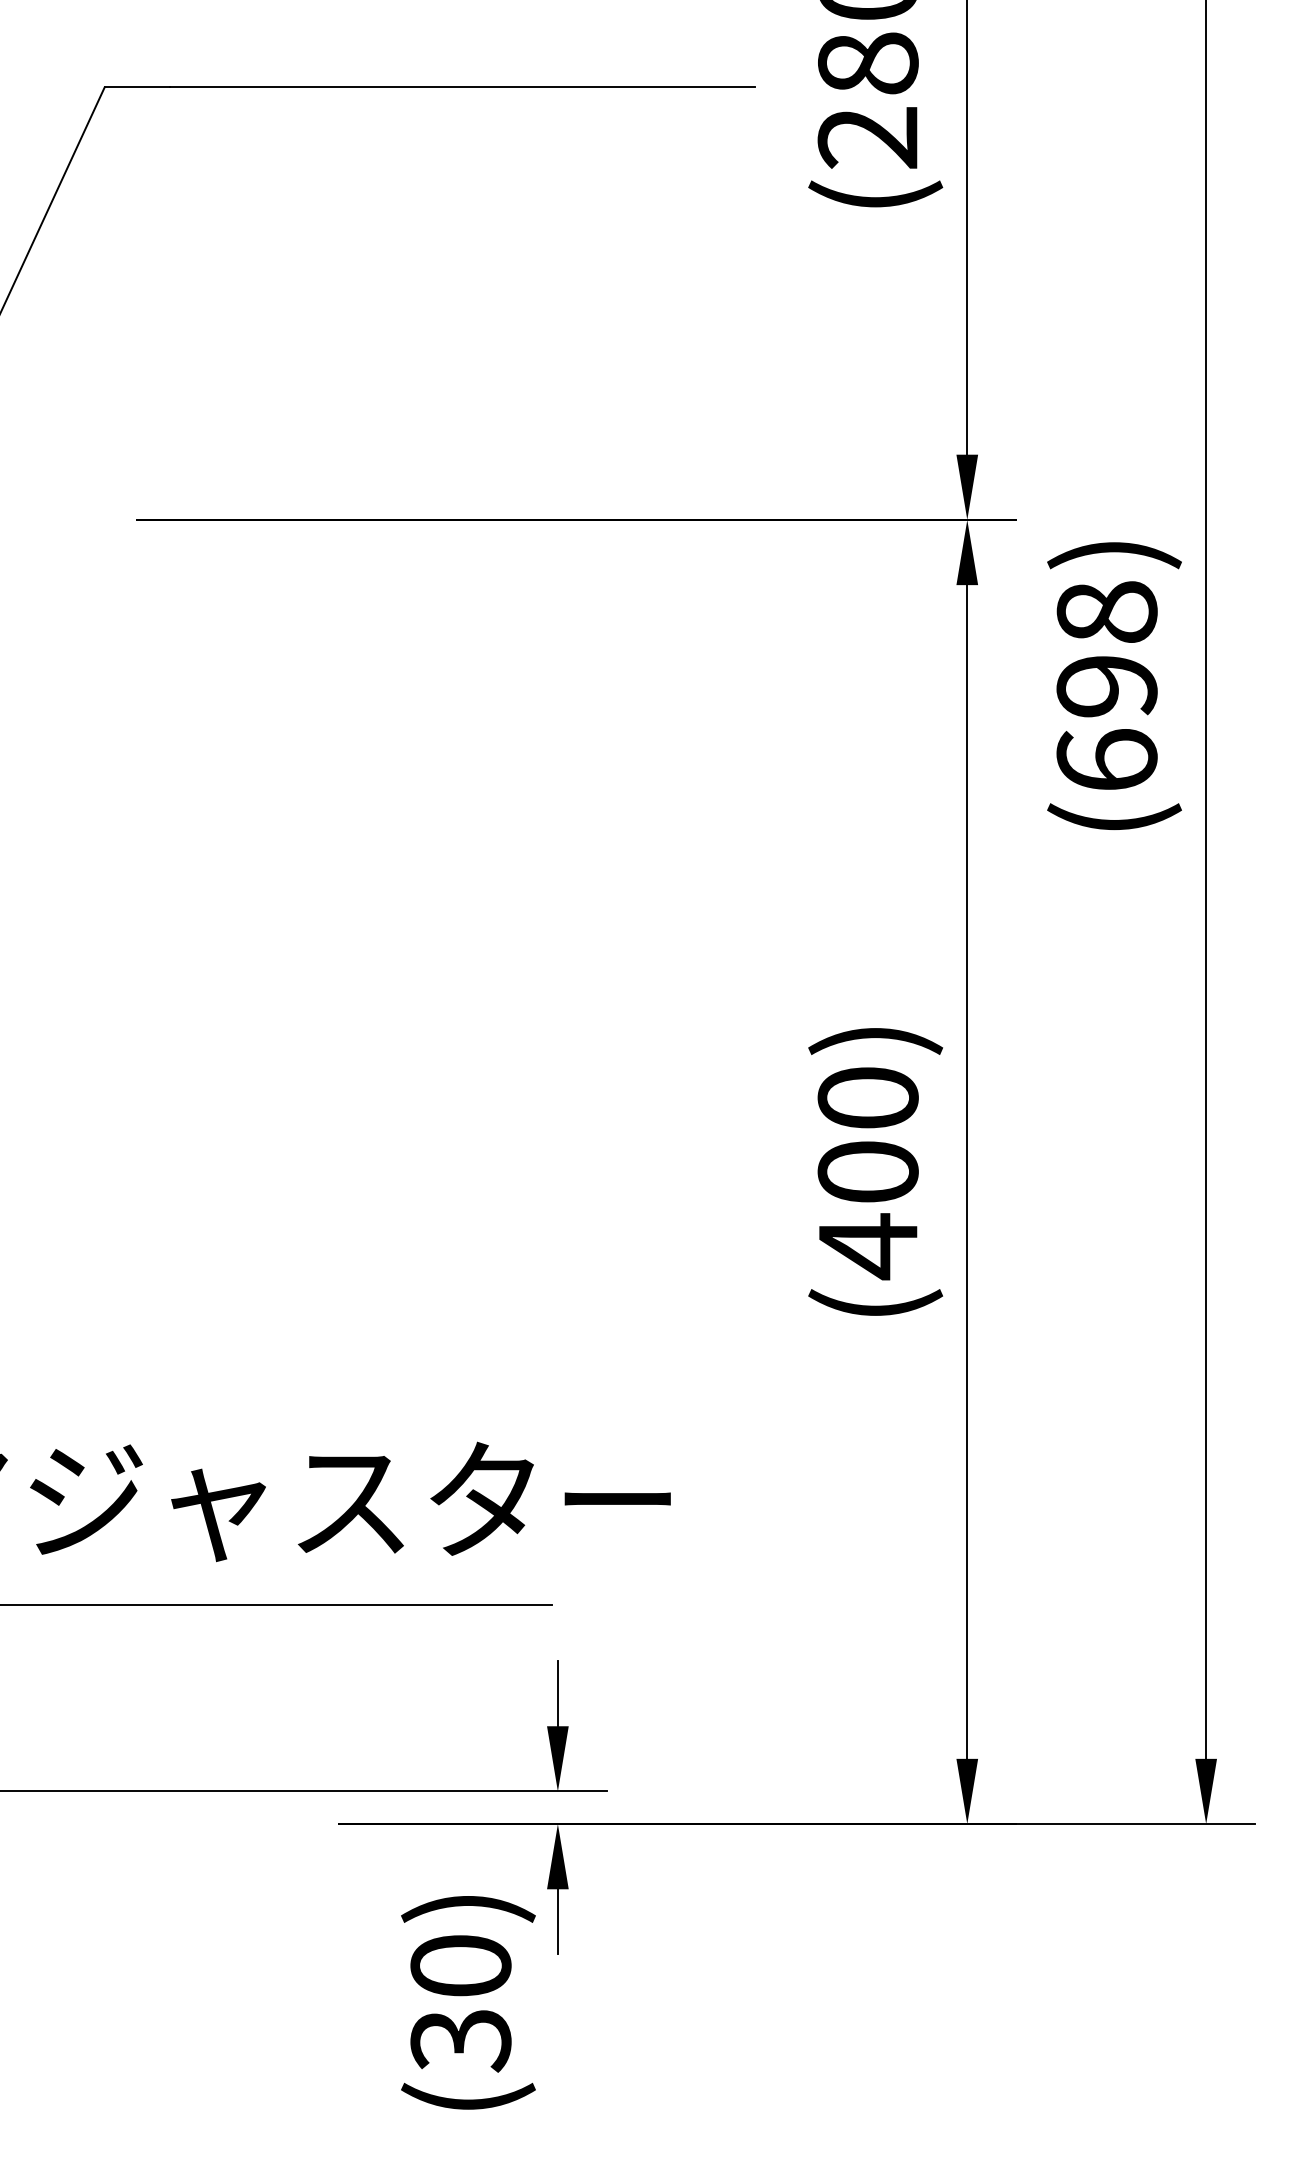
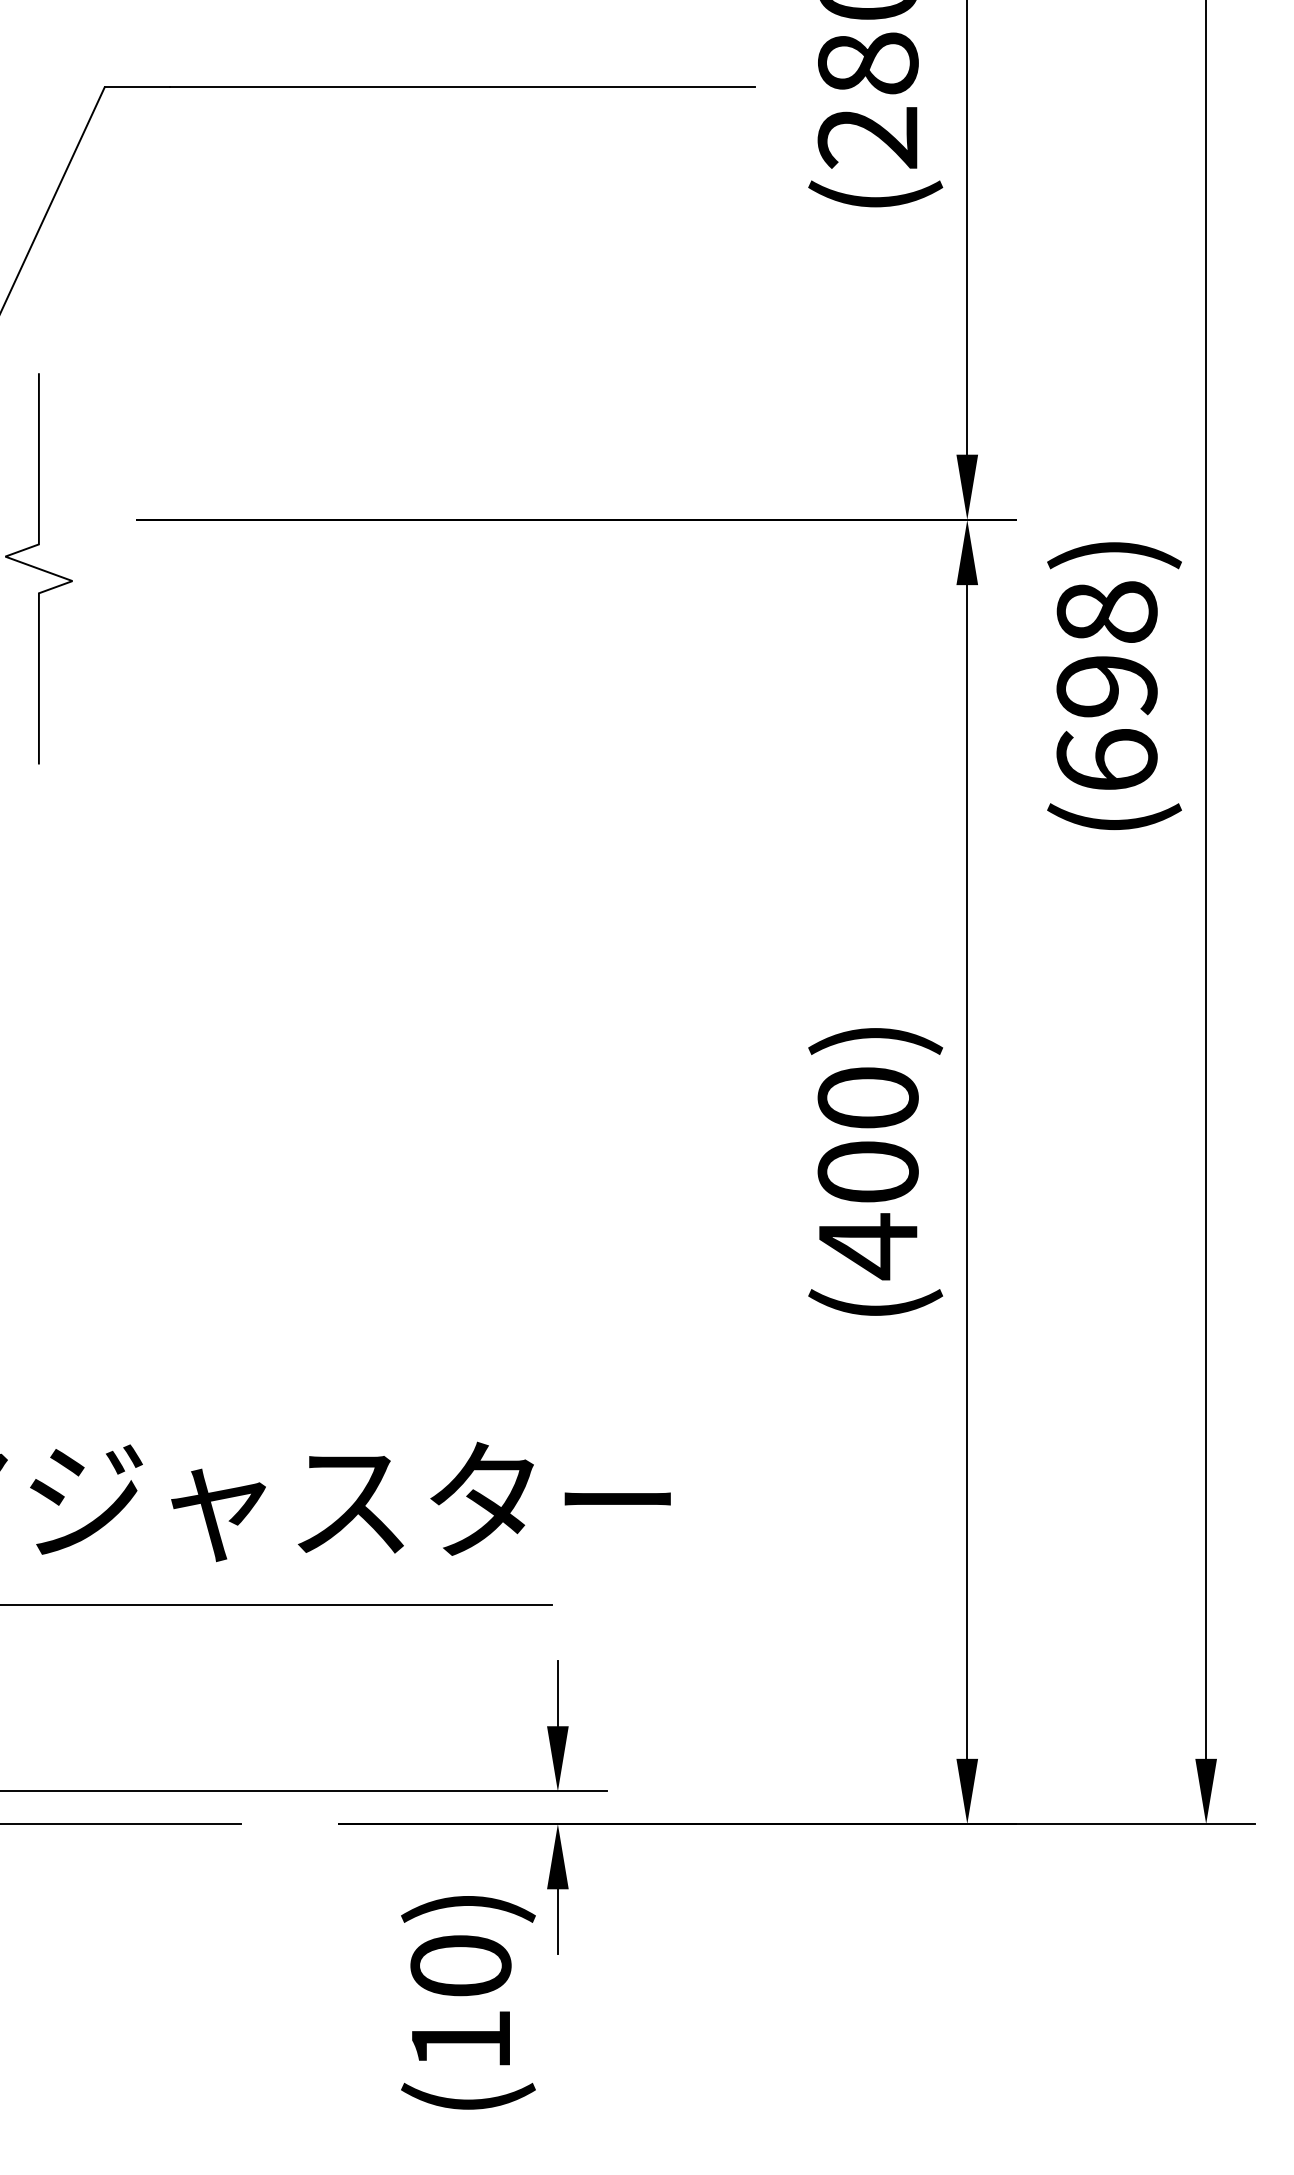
curve at (38, 568): none -> present
line at (121, 1824): none -> present
text at (460, 2041): (30) -> (10)
